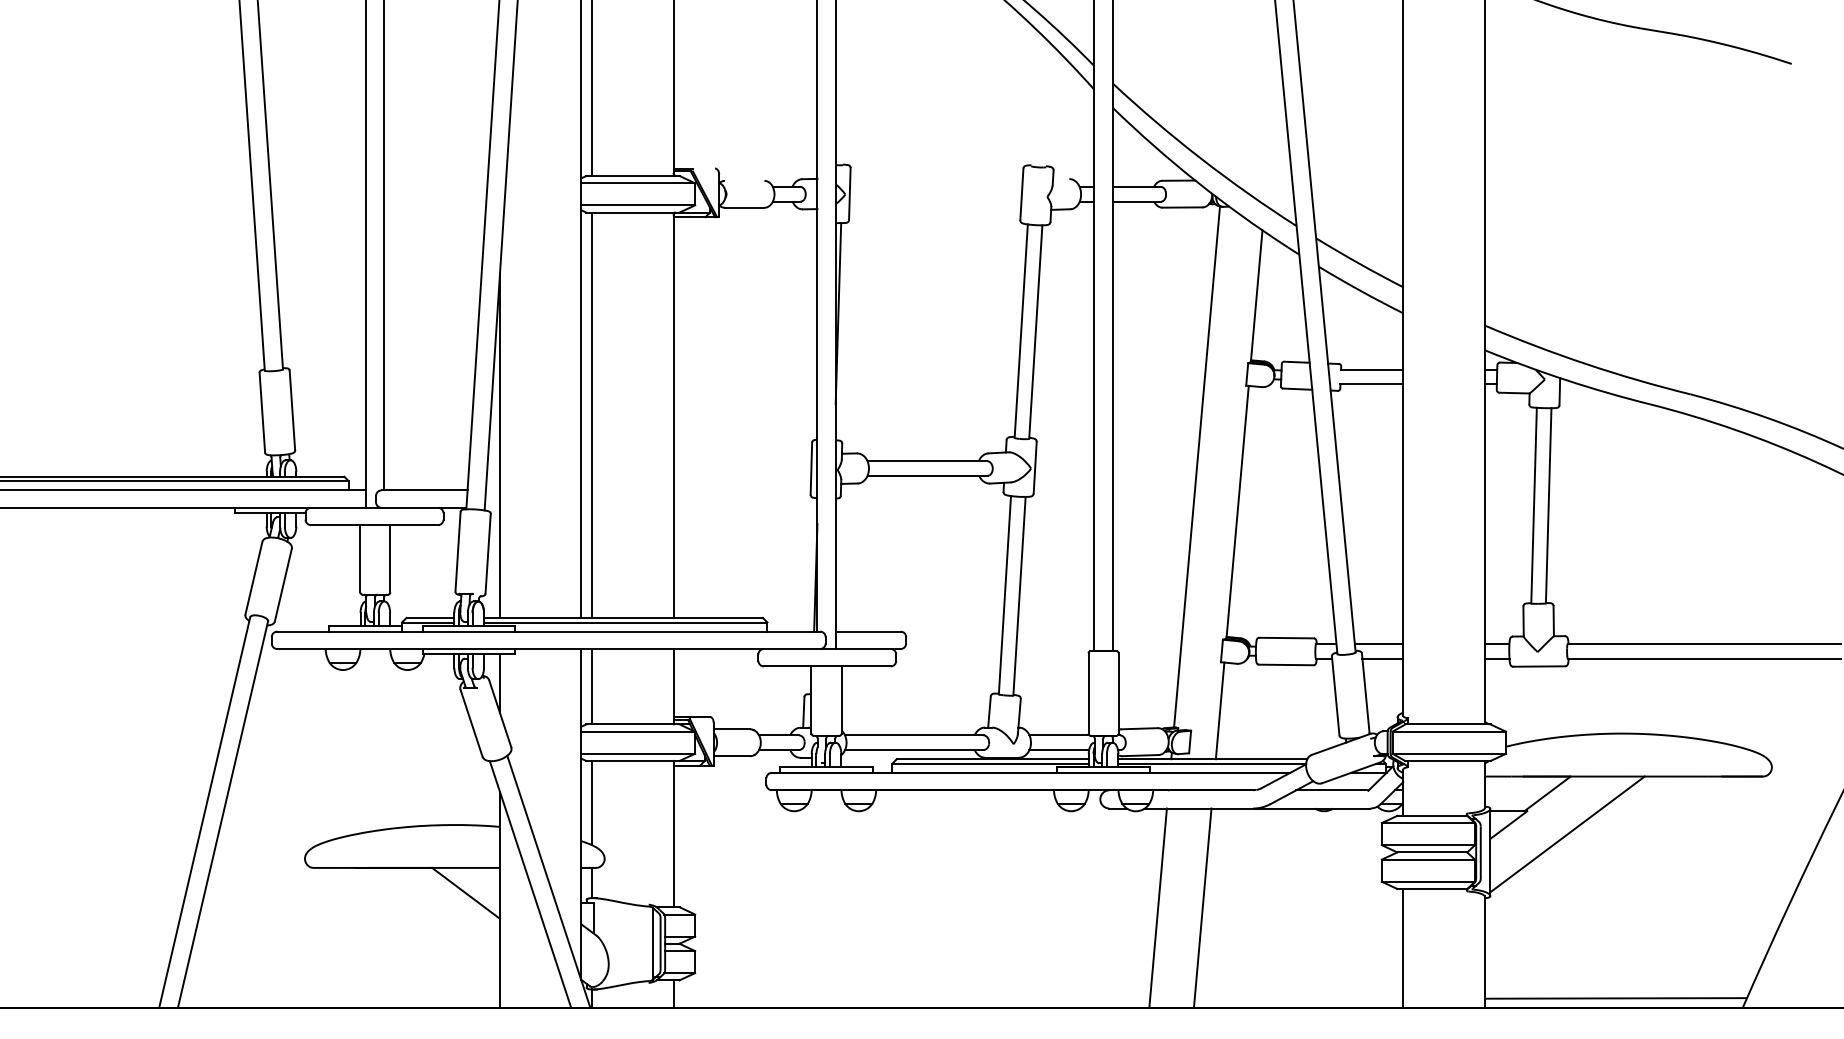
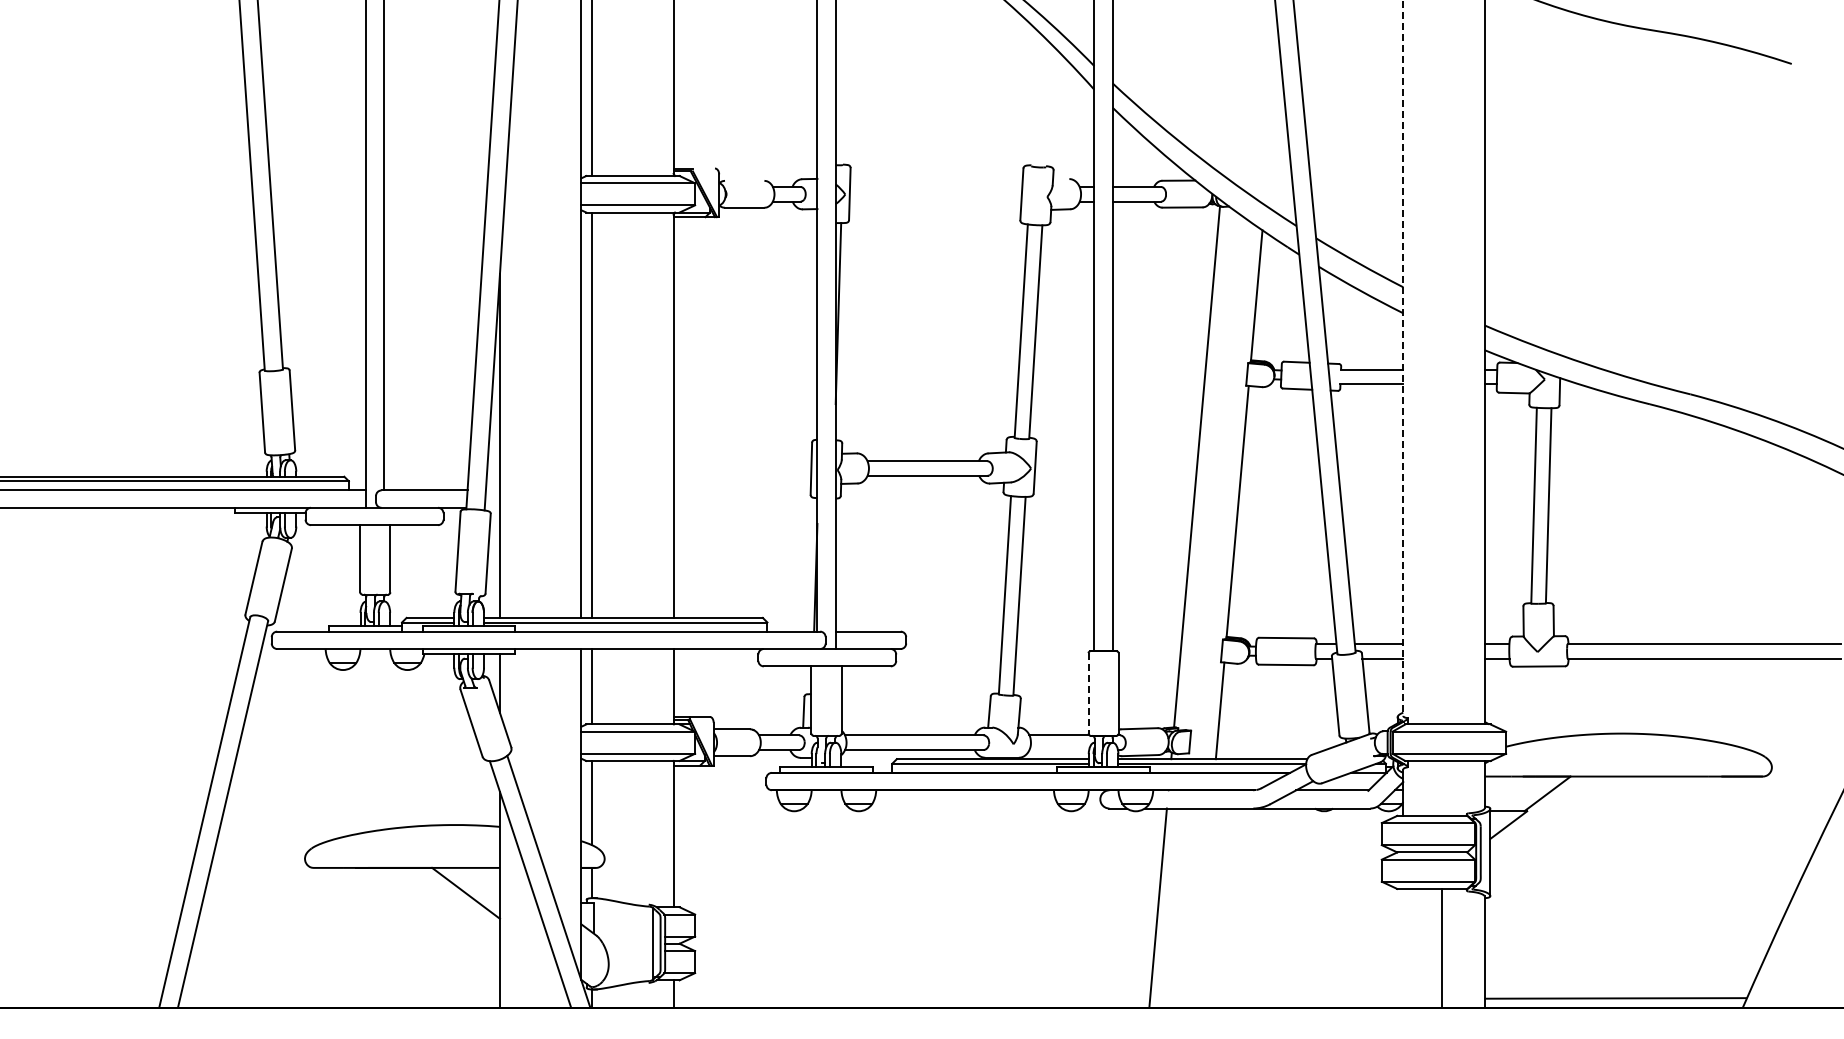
line at (1403, 358): solid -> dashed
line at (1088, 693): solid -> dashed
line at (1059, 750): present -> none
line at (1567, 834): present -> none
line at (1202, 907): present -> none
line at (1403, 947) position: (1403, 947) -> (1442, 947)
